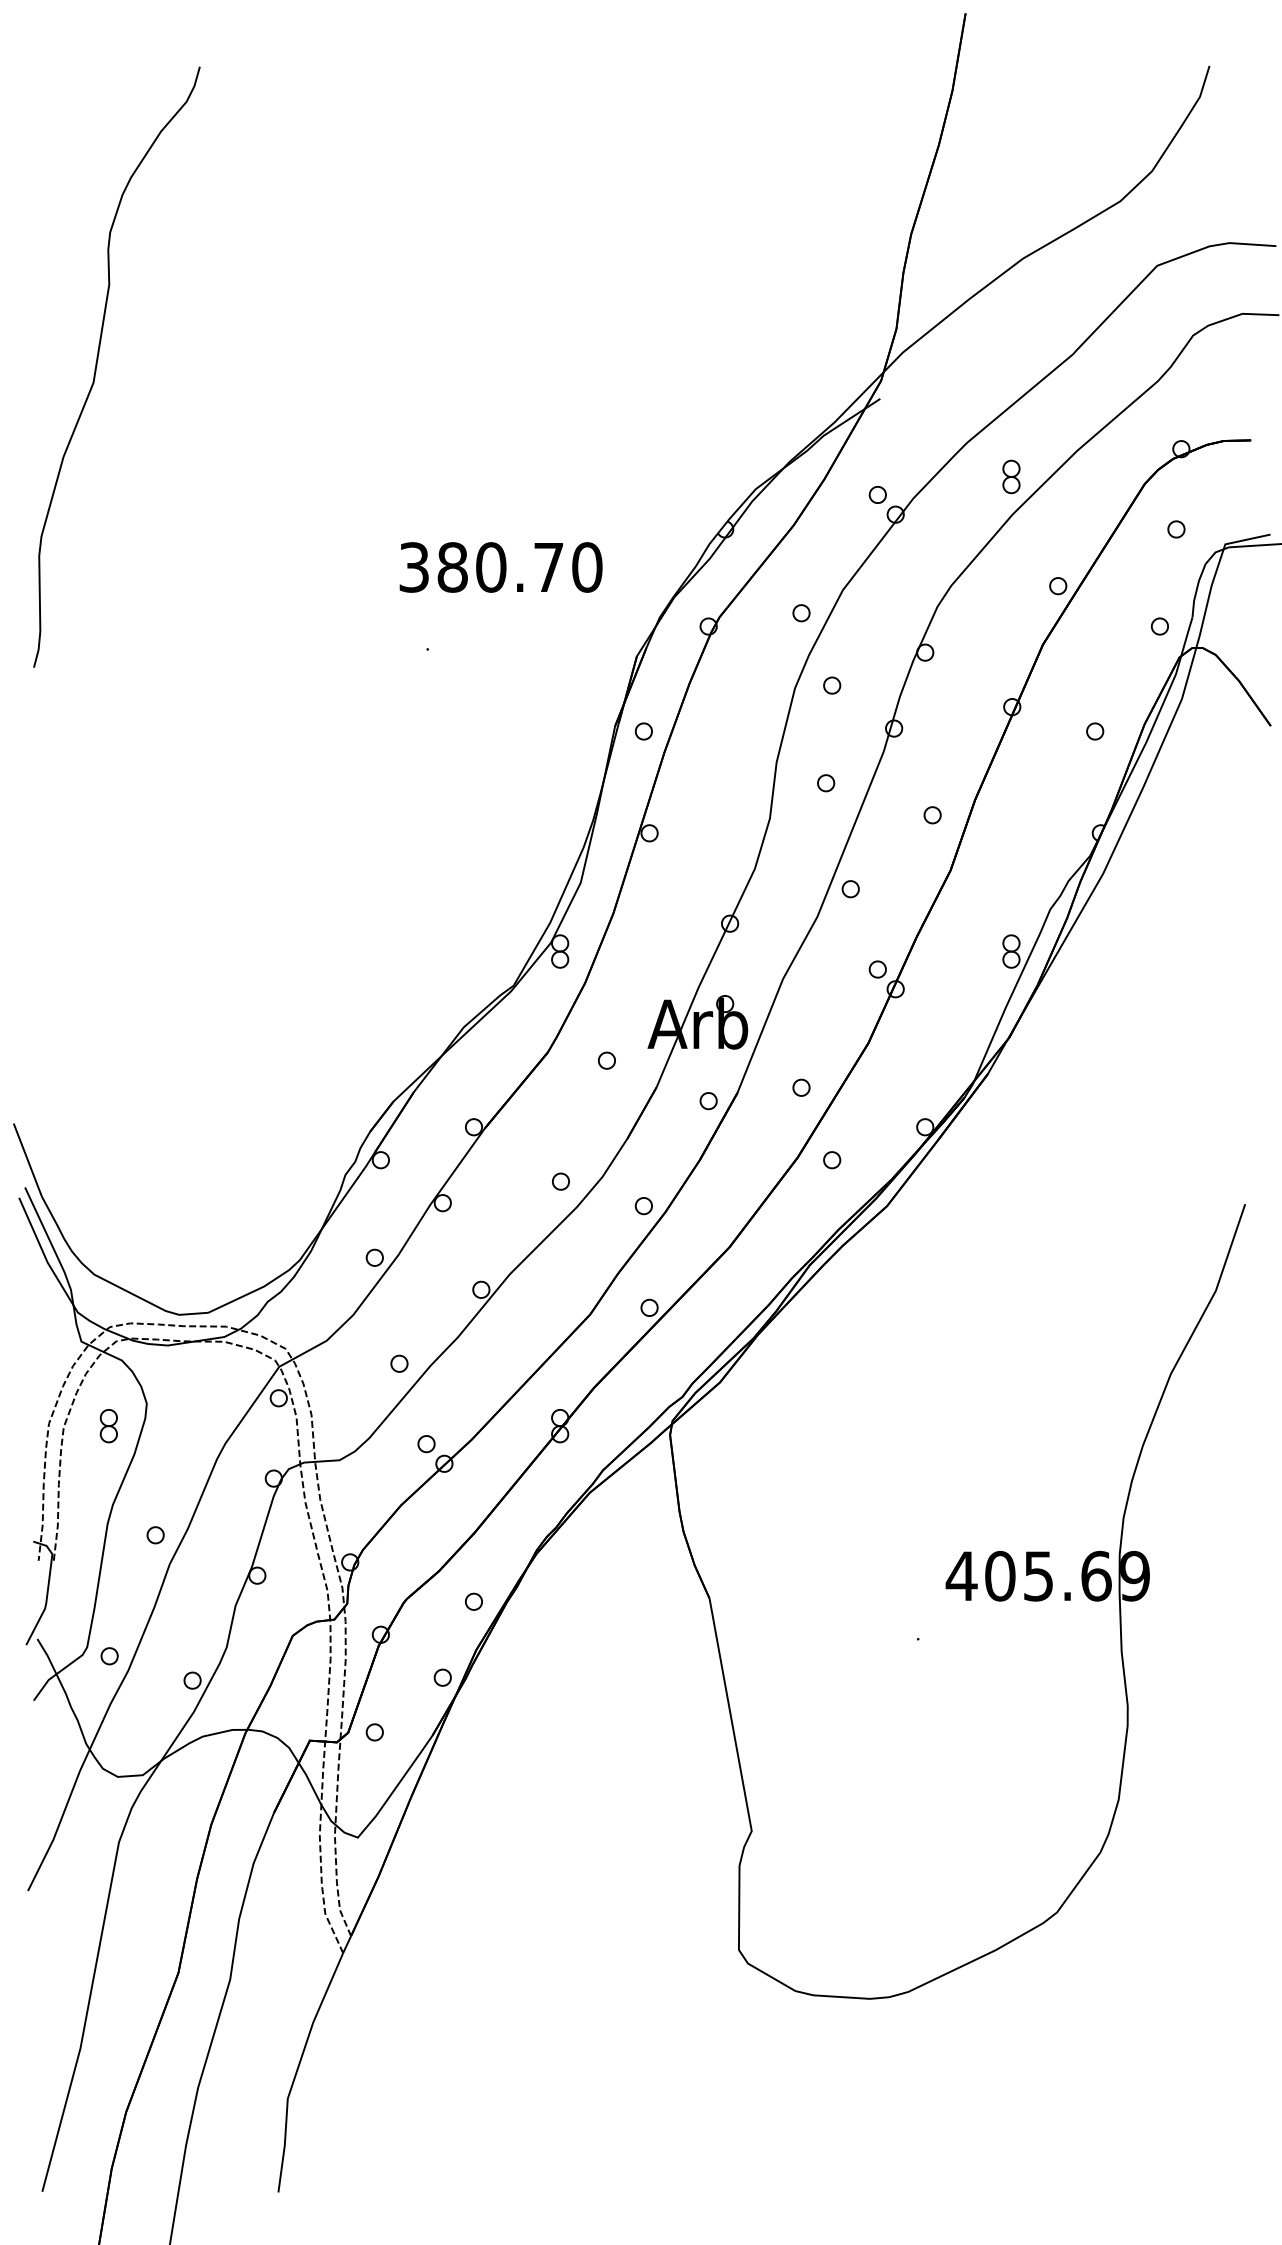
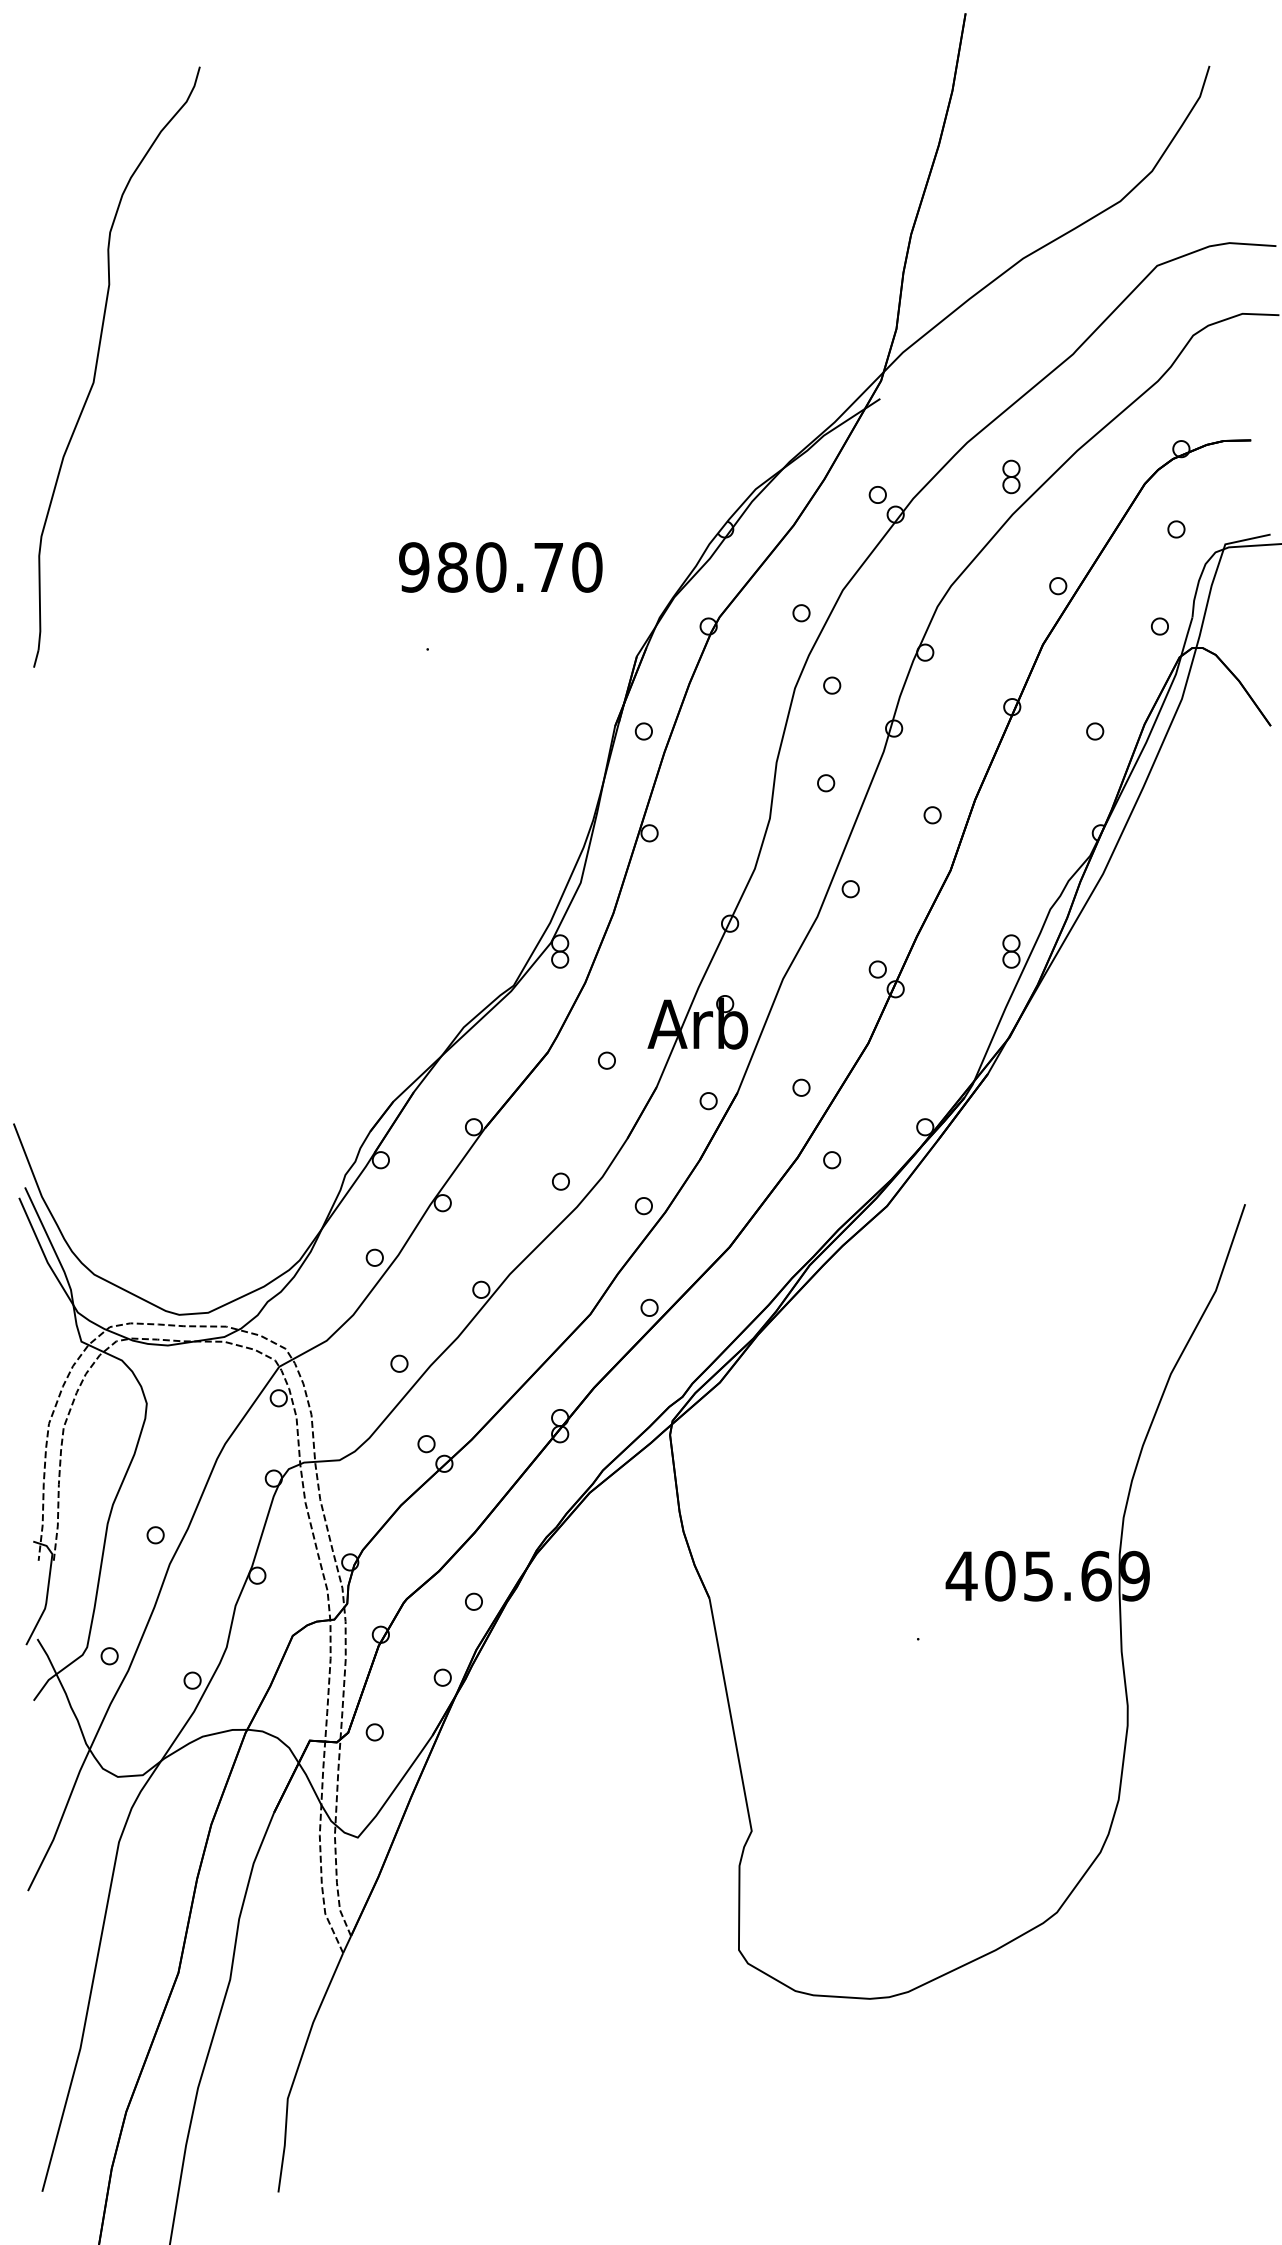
text at (414, 567): 380.70 -> 980.70
part at (108, 1426): present -> none
